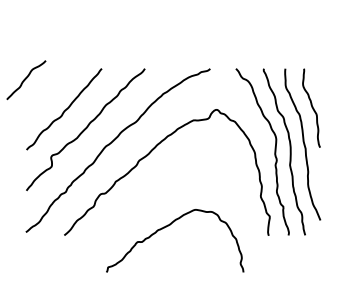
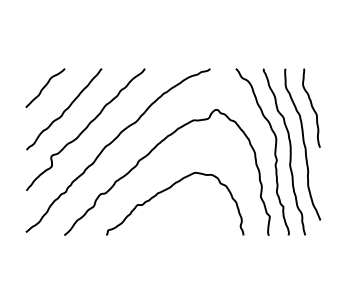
curve at (26, 79) position: (26, 79) -> (45, 87)
curve at (168, 226) position: (168, 226) -> (168, 189)
